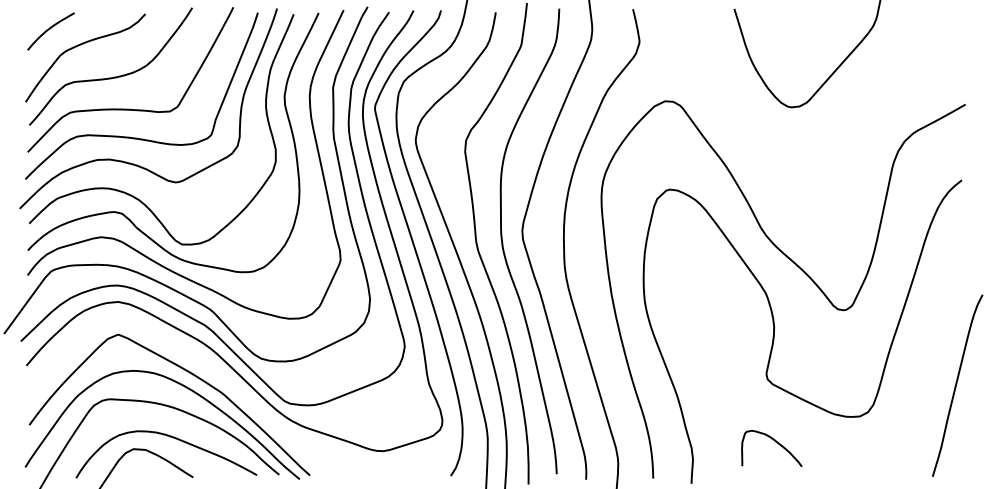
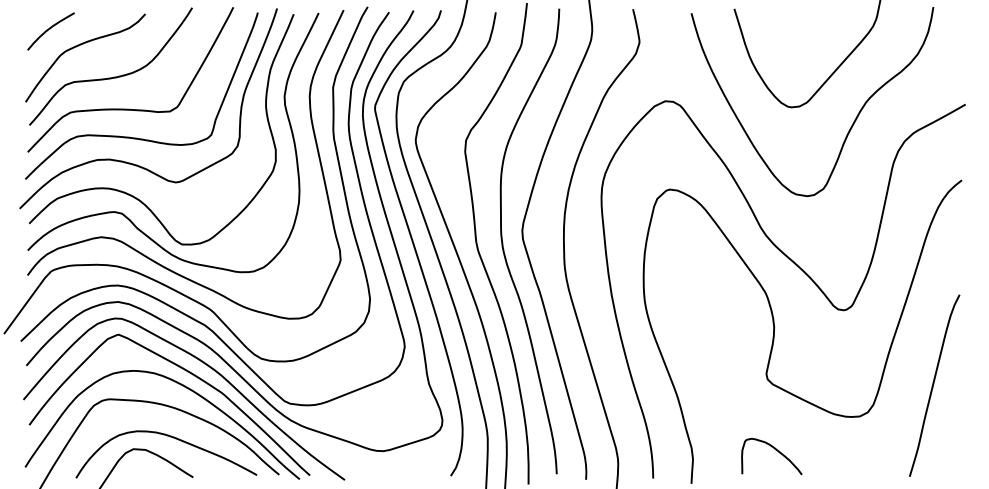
curve at (852, 123): none -> present
curve at (207, 366): none -> present
curve at (957, 384) position: (957, 384) -> (934, 384)
curve at (775, 442) position: (775, 442) -> (775, 450)
